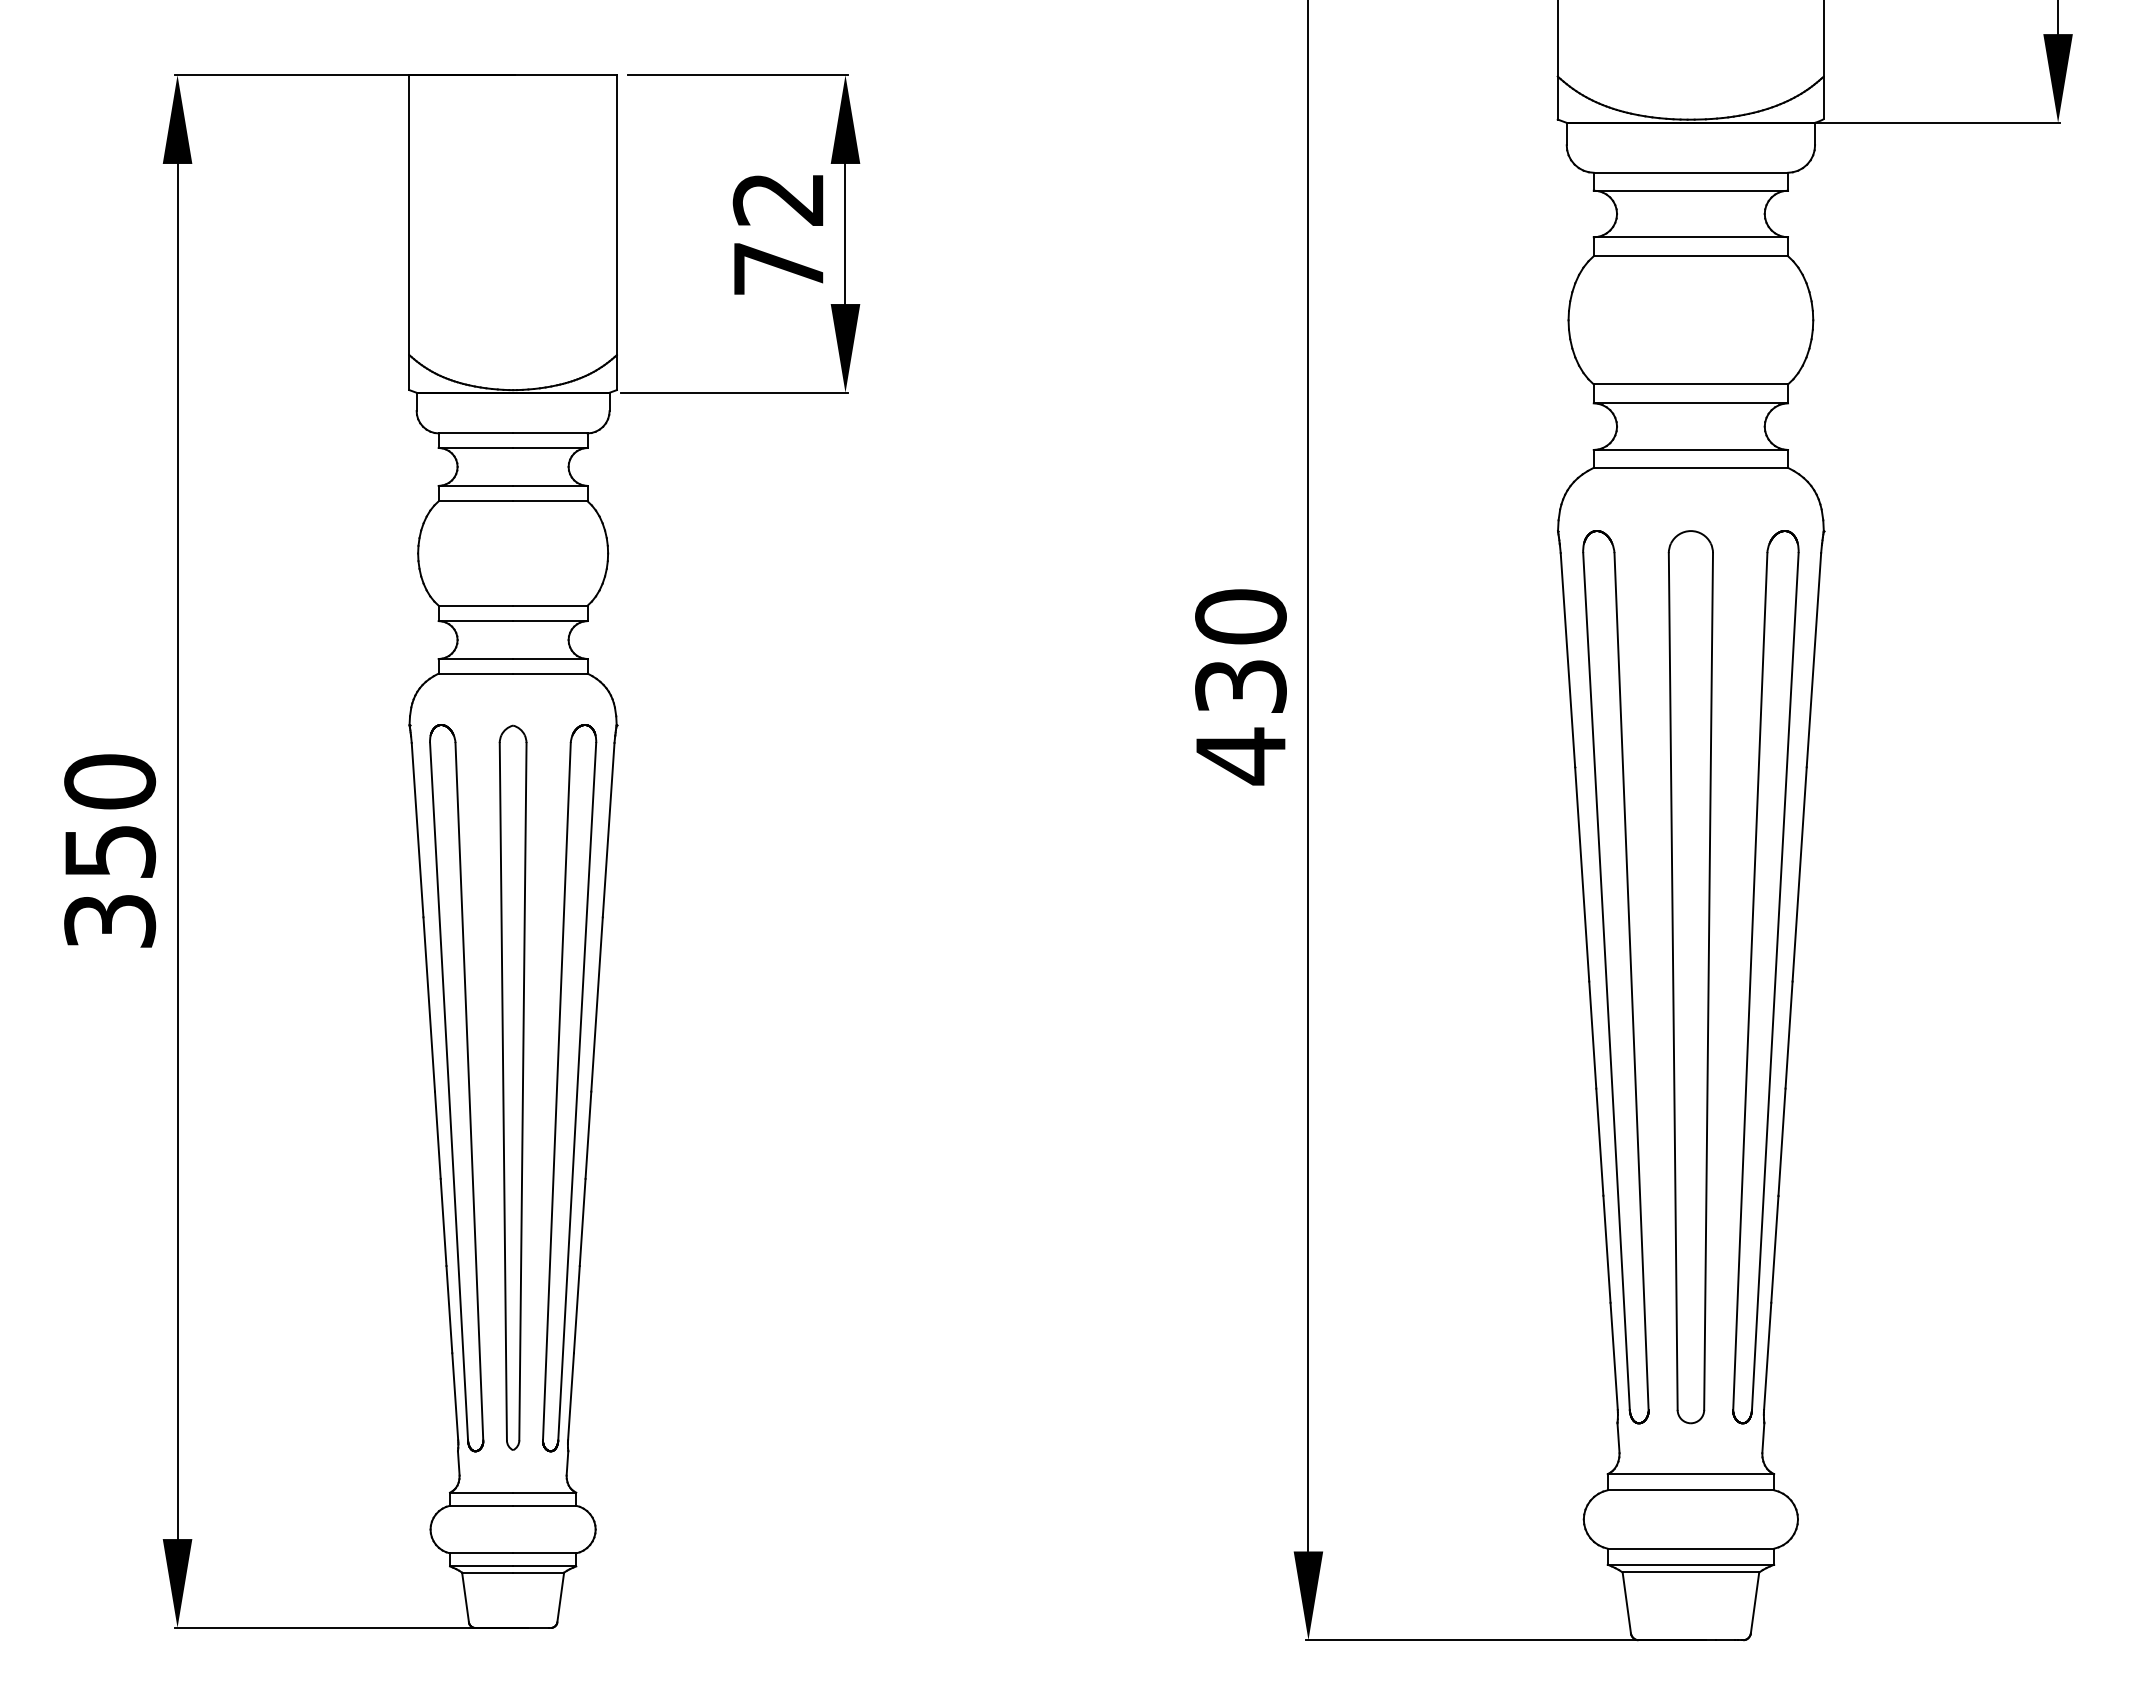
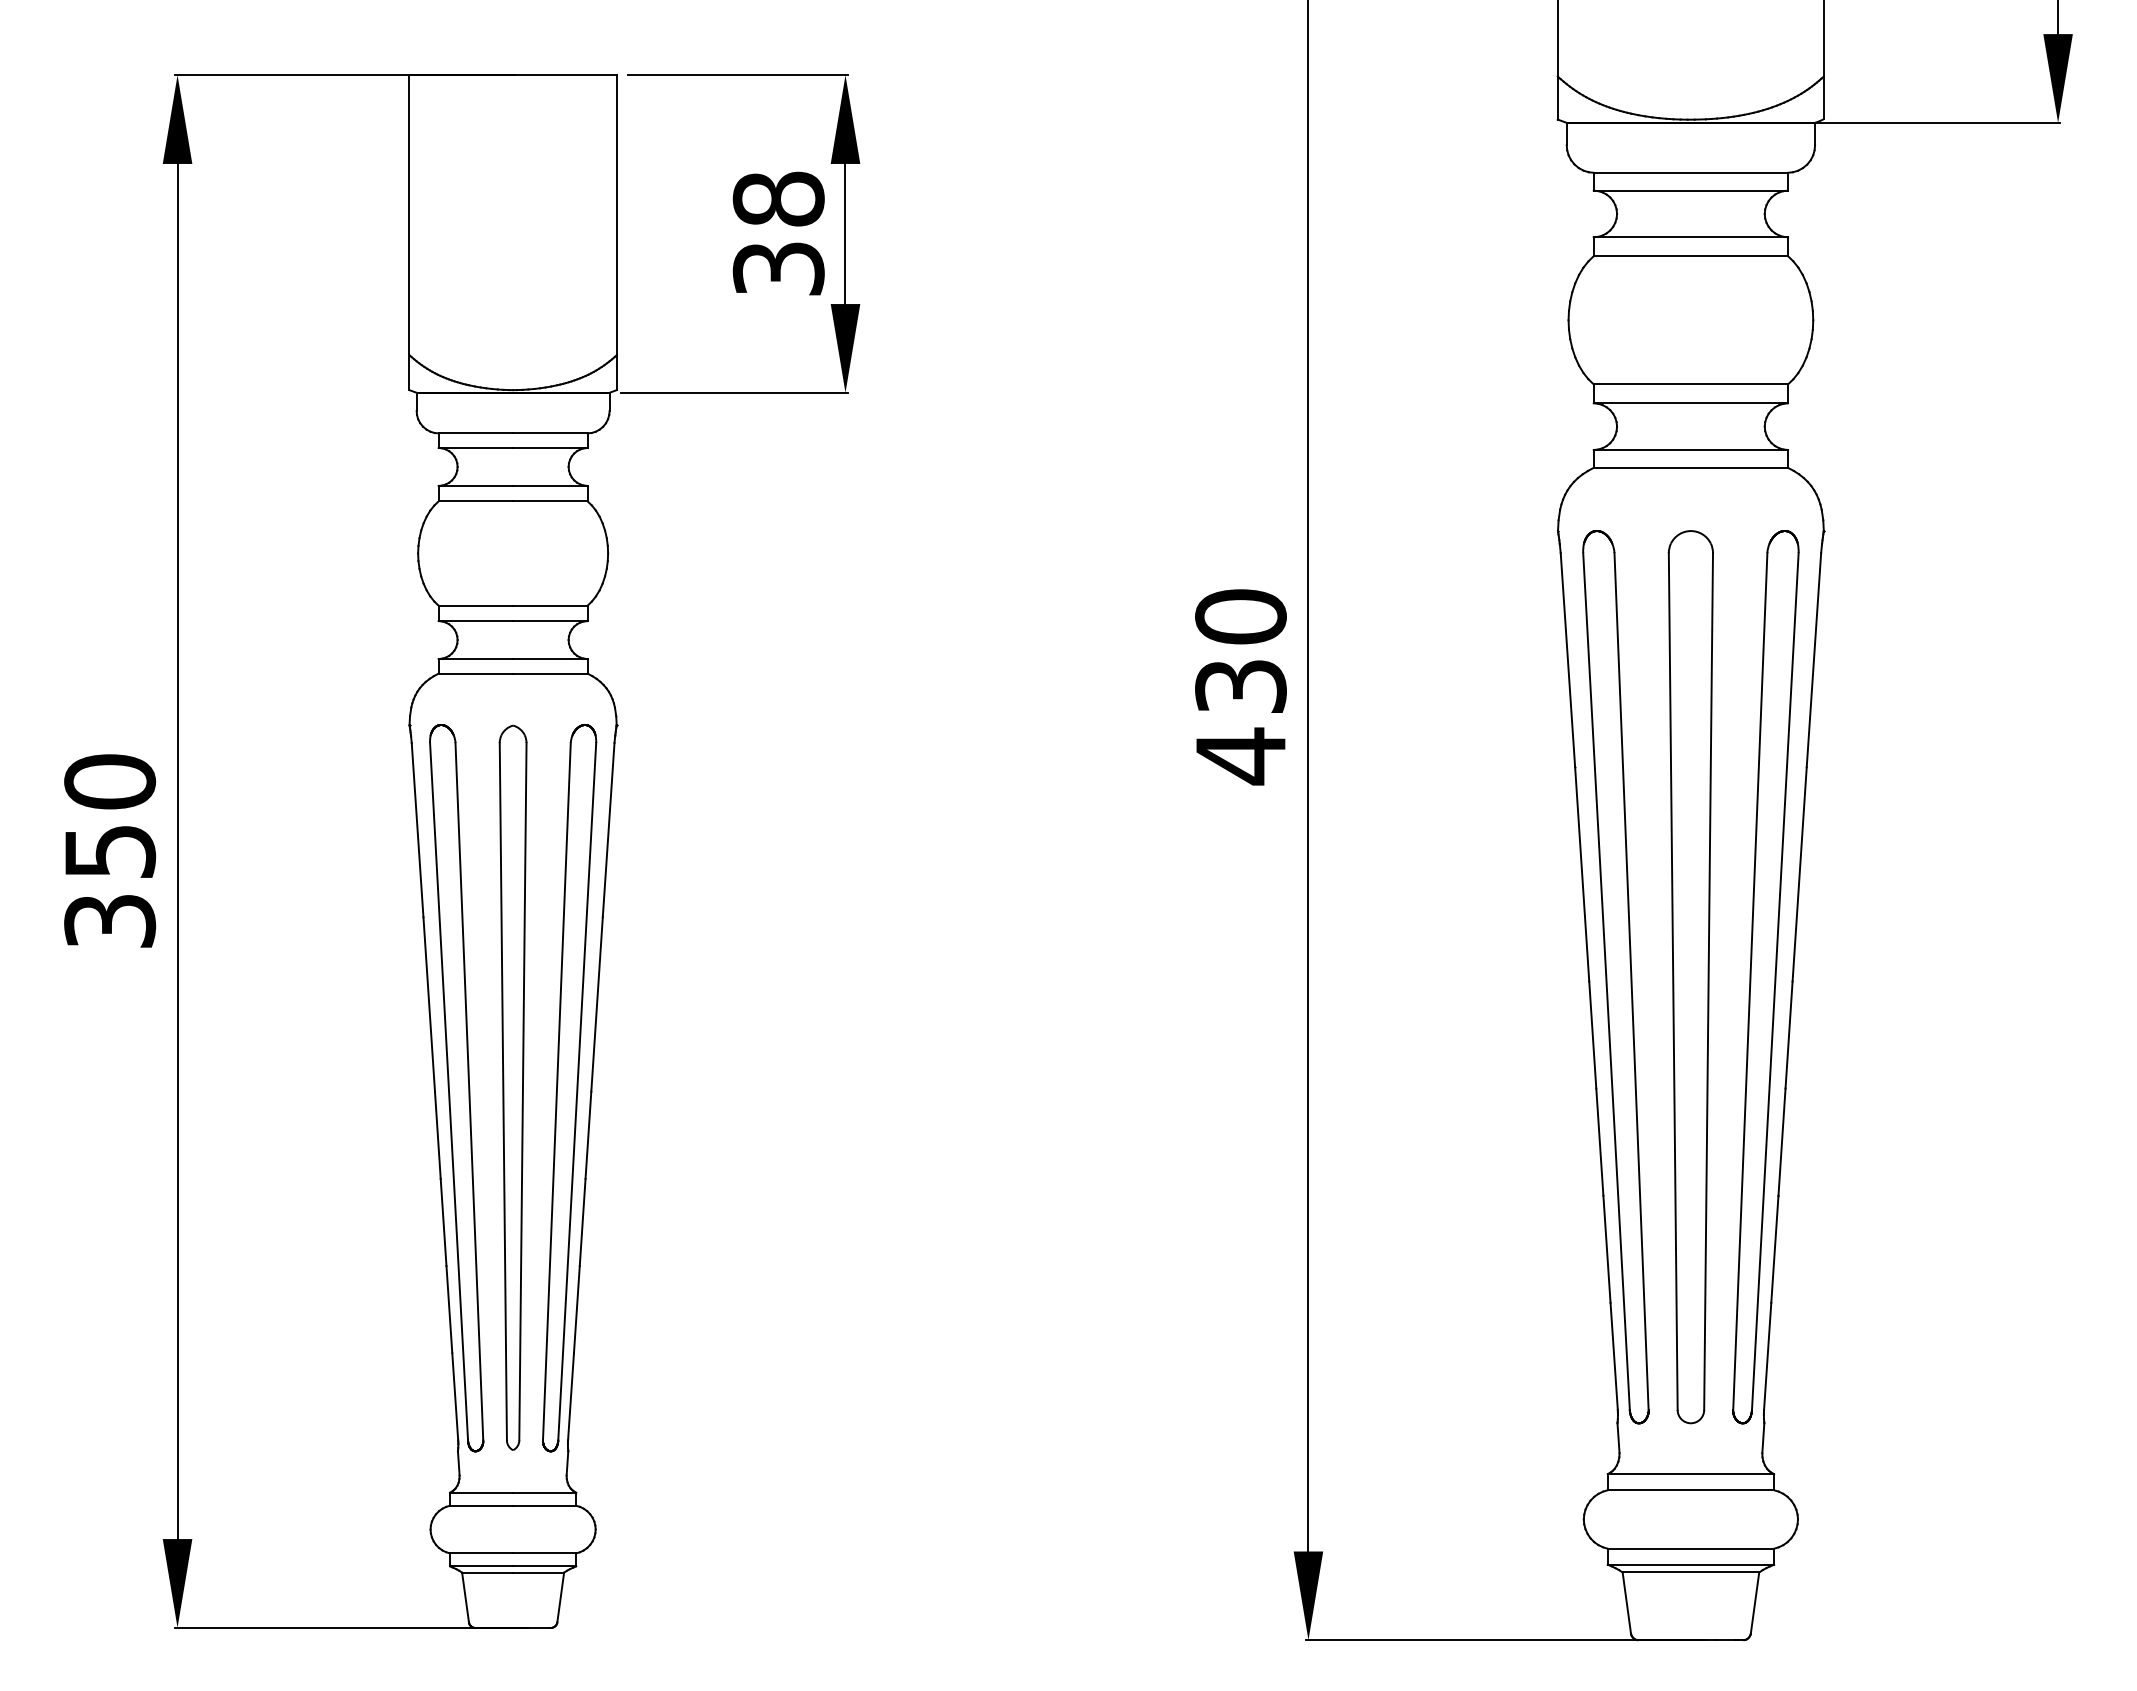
text at (778, 233): 72 -> 38
